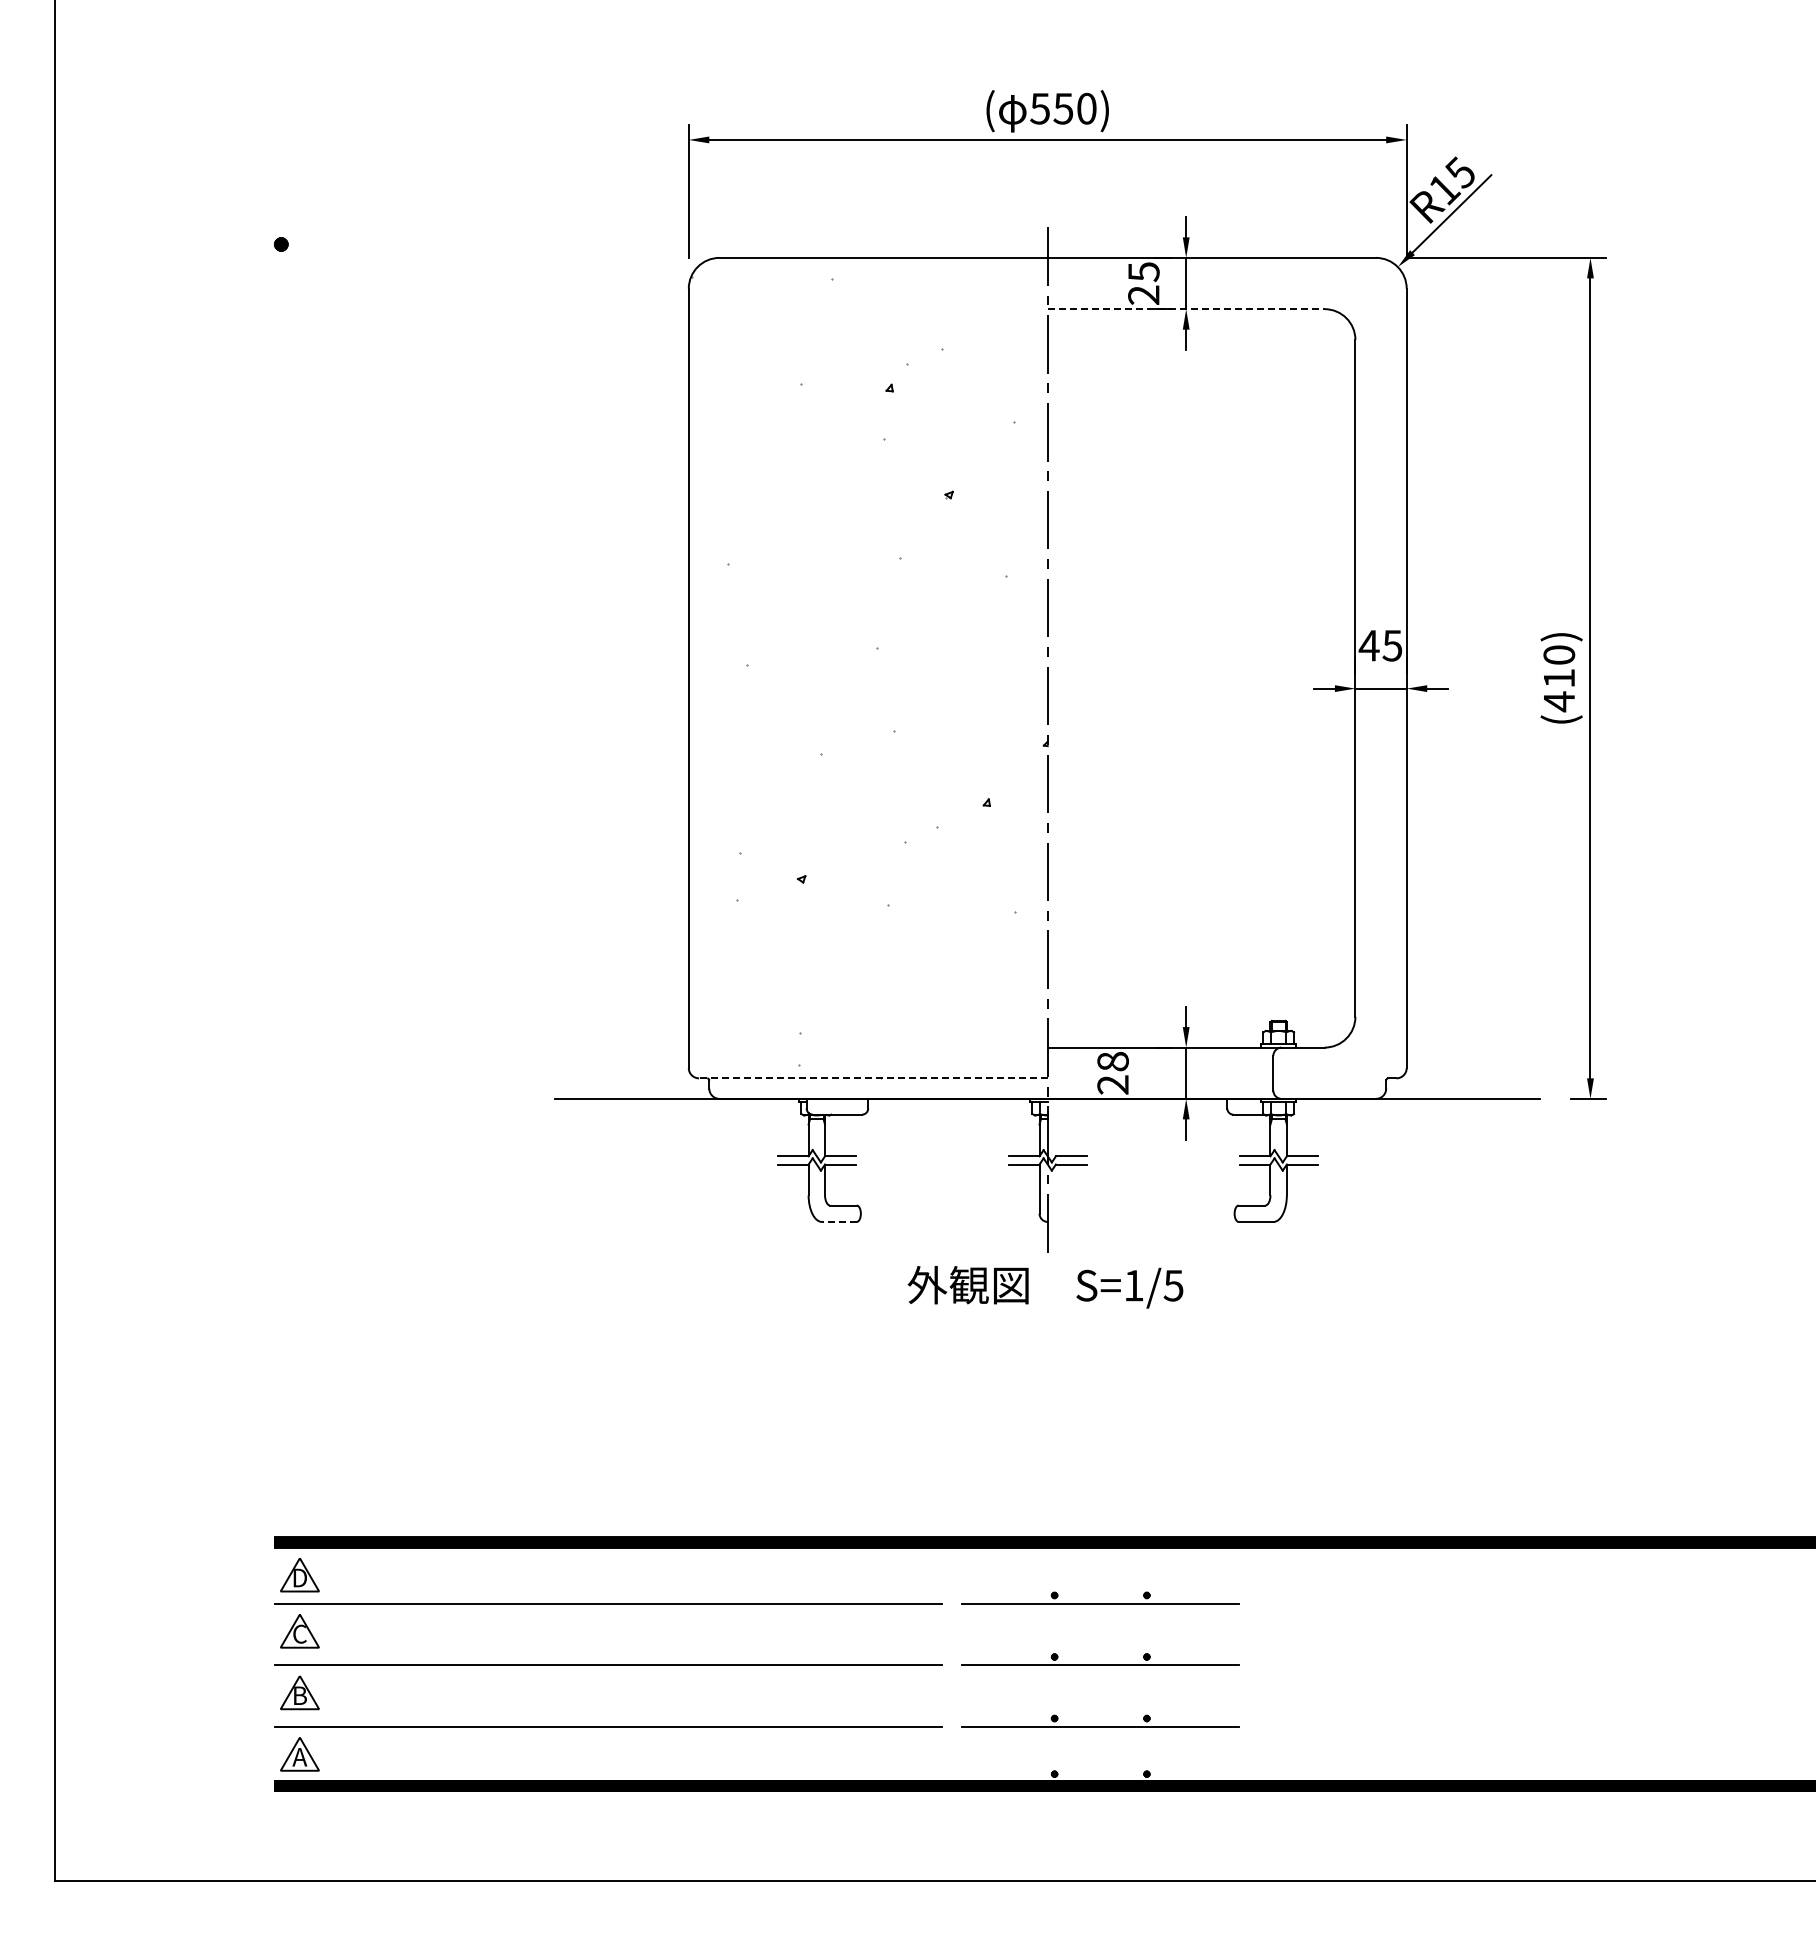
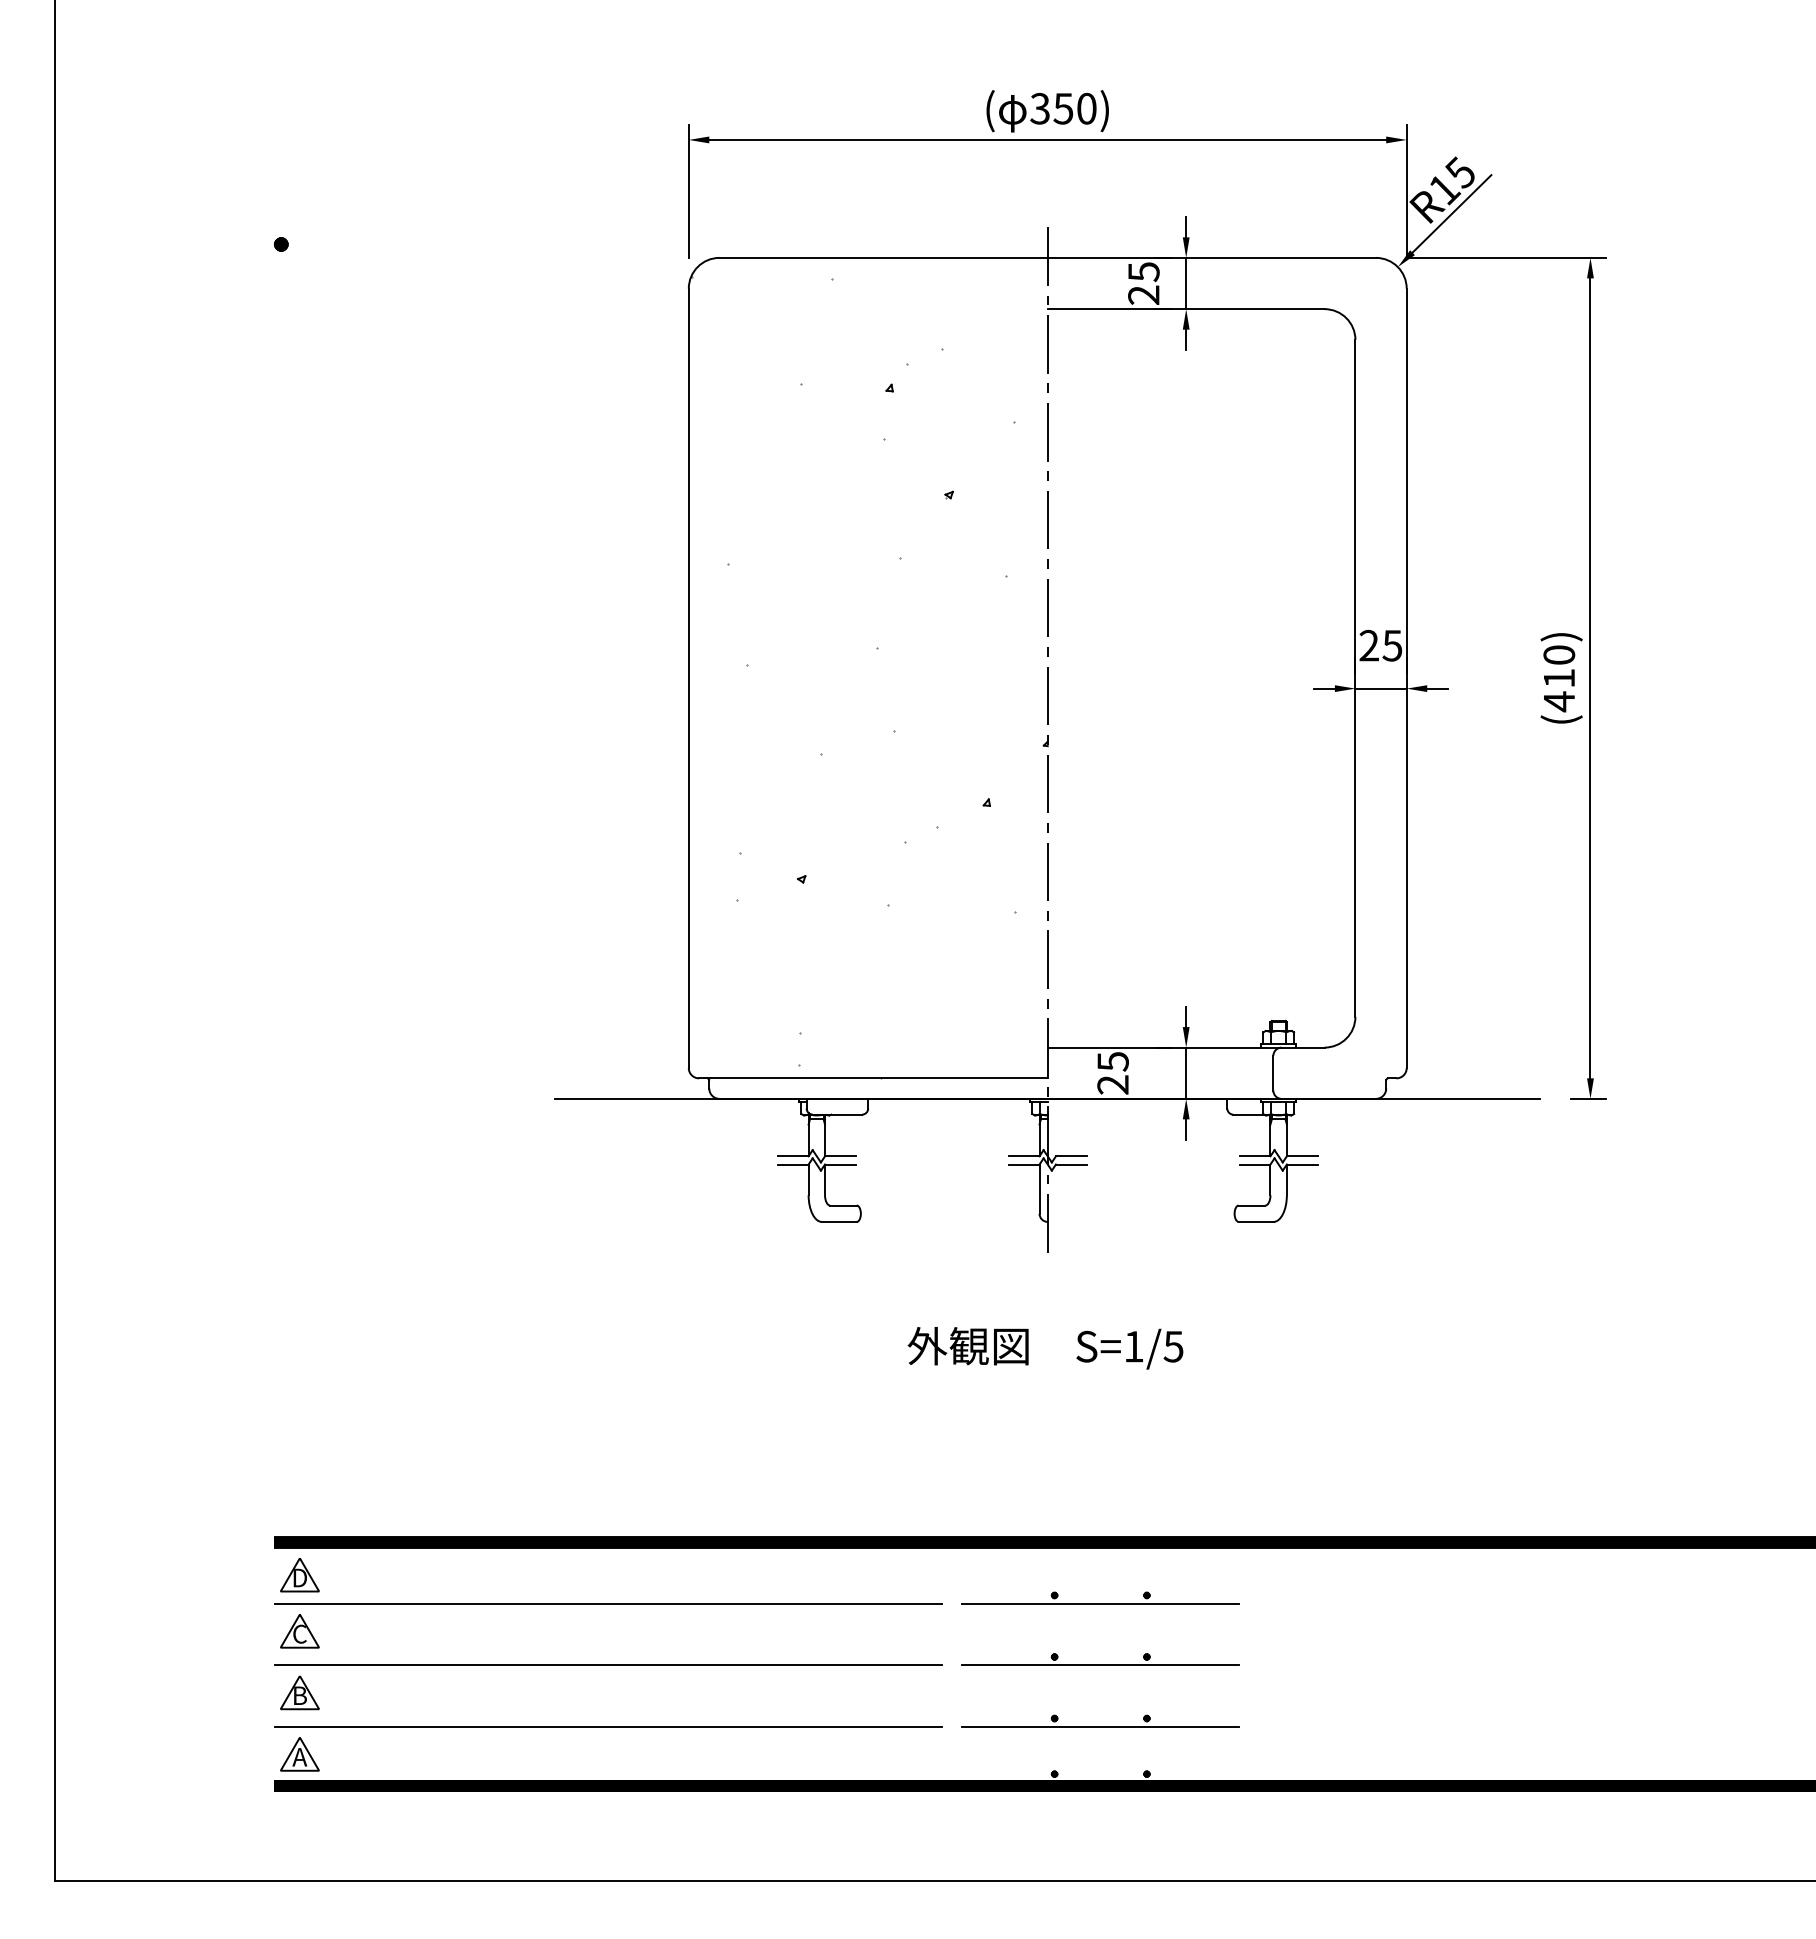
text at (1039, 107): 550) -> 350)
line at (1186, 309): dashed -> solid
text at (1368, 645): 45 -> 25
text at (1112, 1061): 28 -> 25
line at (872, 1078): dashed -> solid
line at (838, 1221): dashed -> solid
text at (1045, 1287) position: (1045, 1287) -> (1045, 1348)
